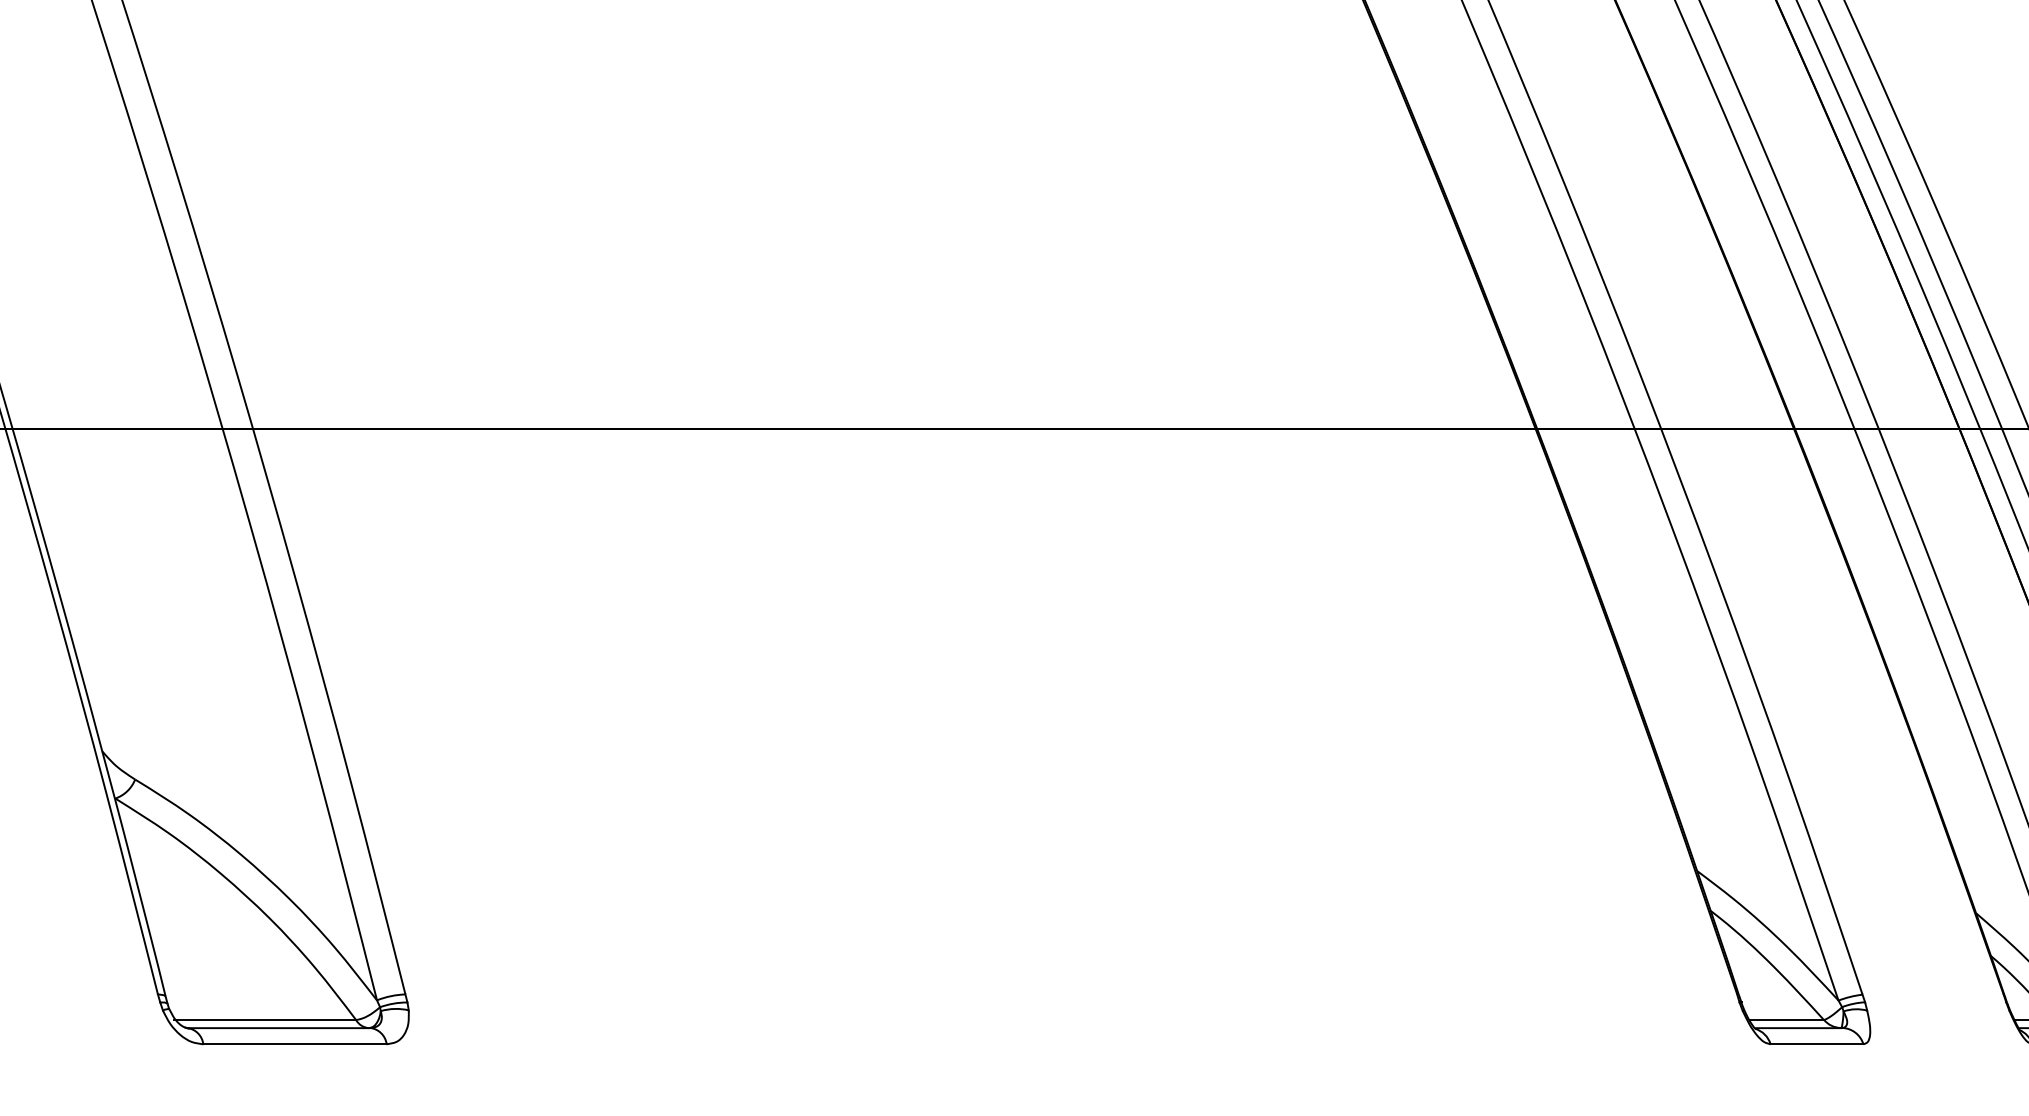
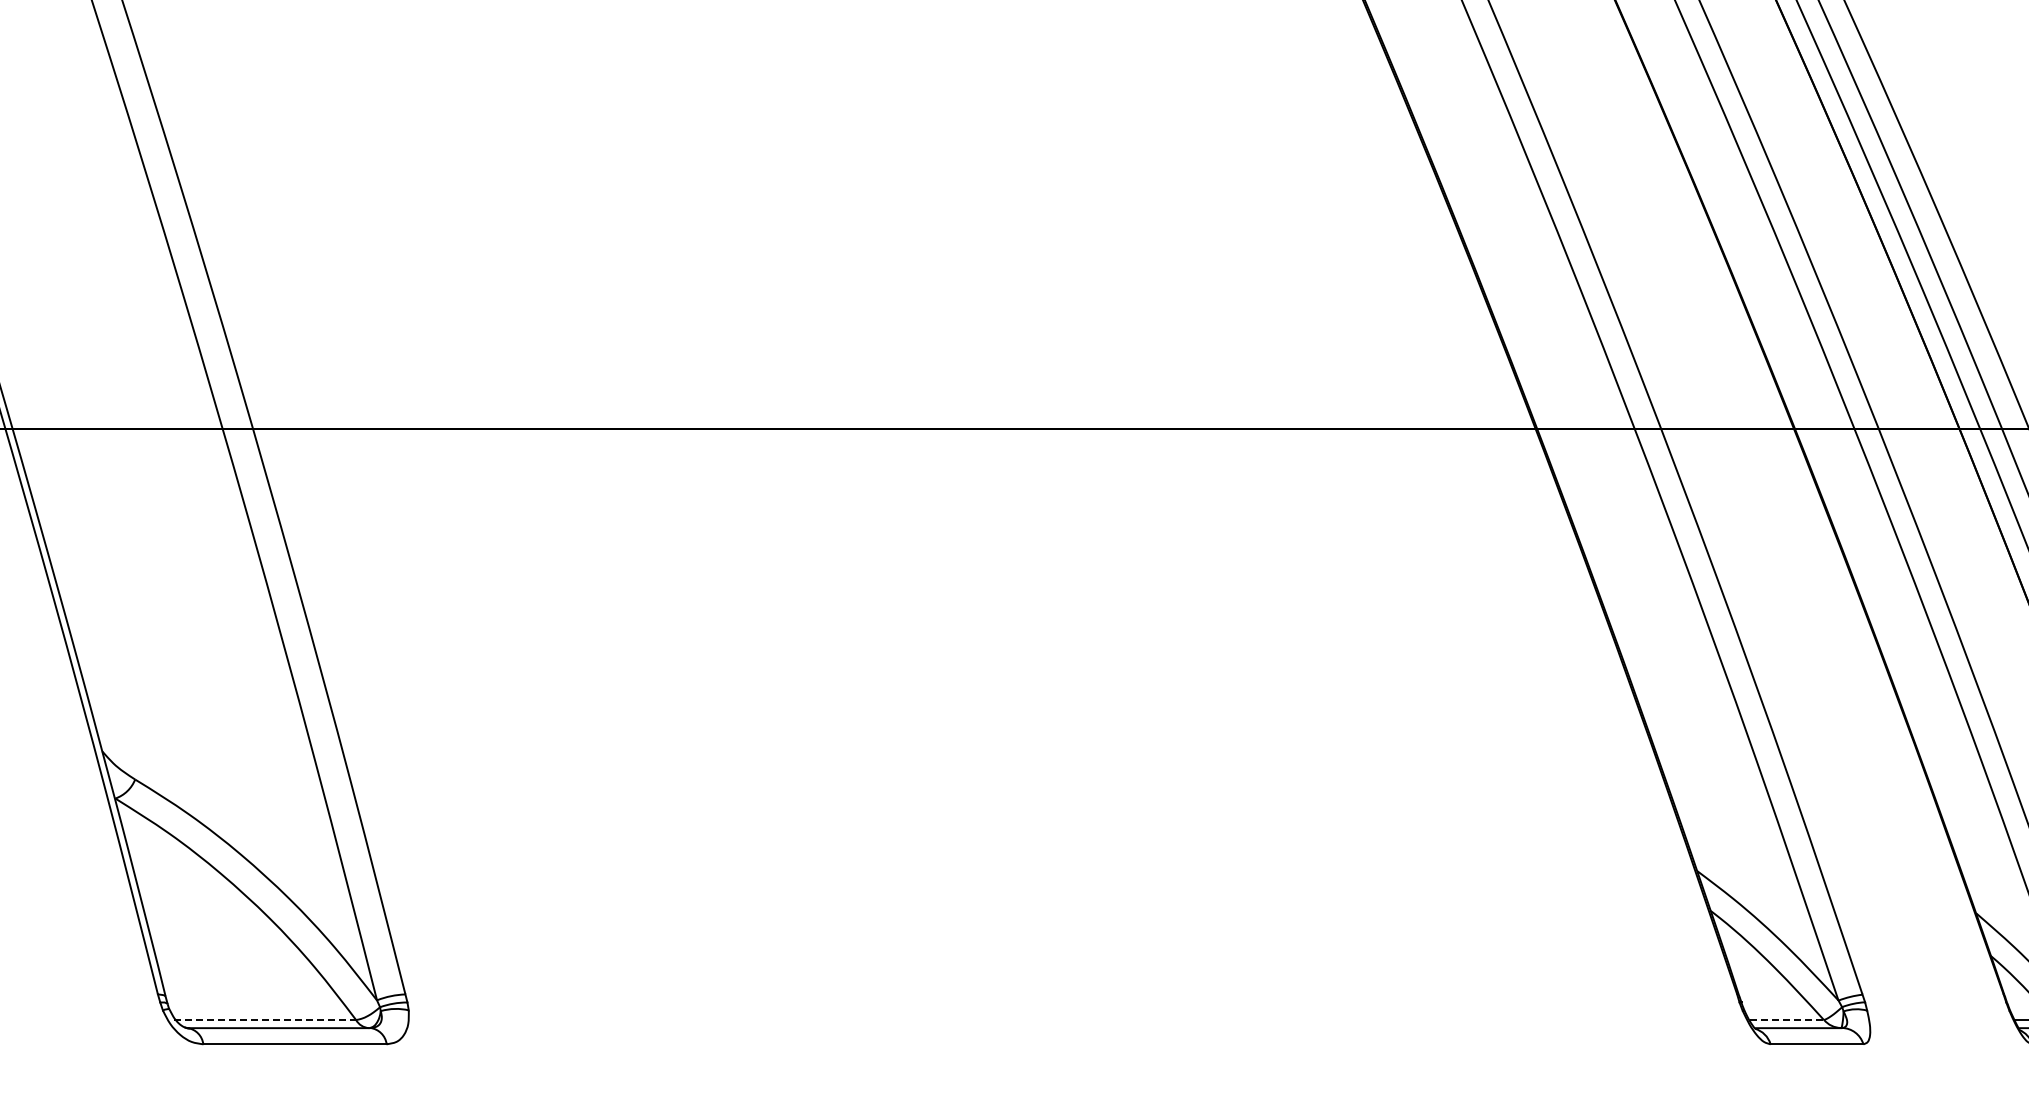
line at (265, 1020): solid -> dashed
line at (1787, 1020): solid -> dashed
